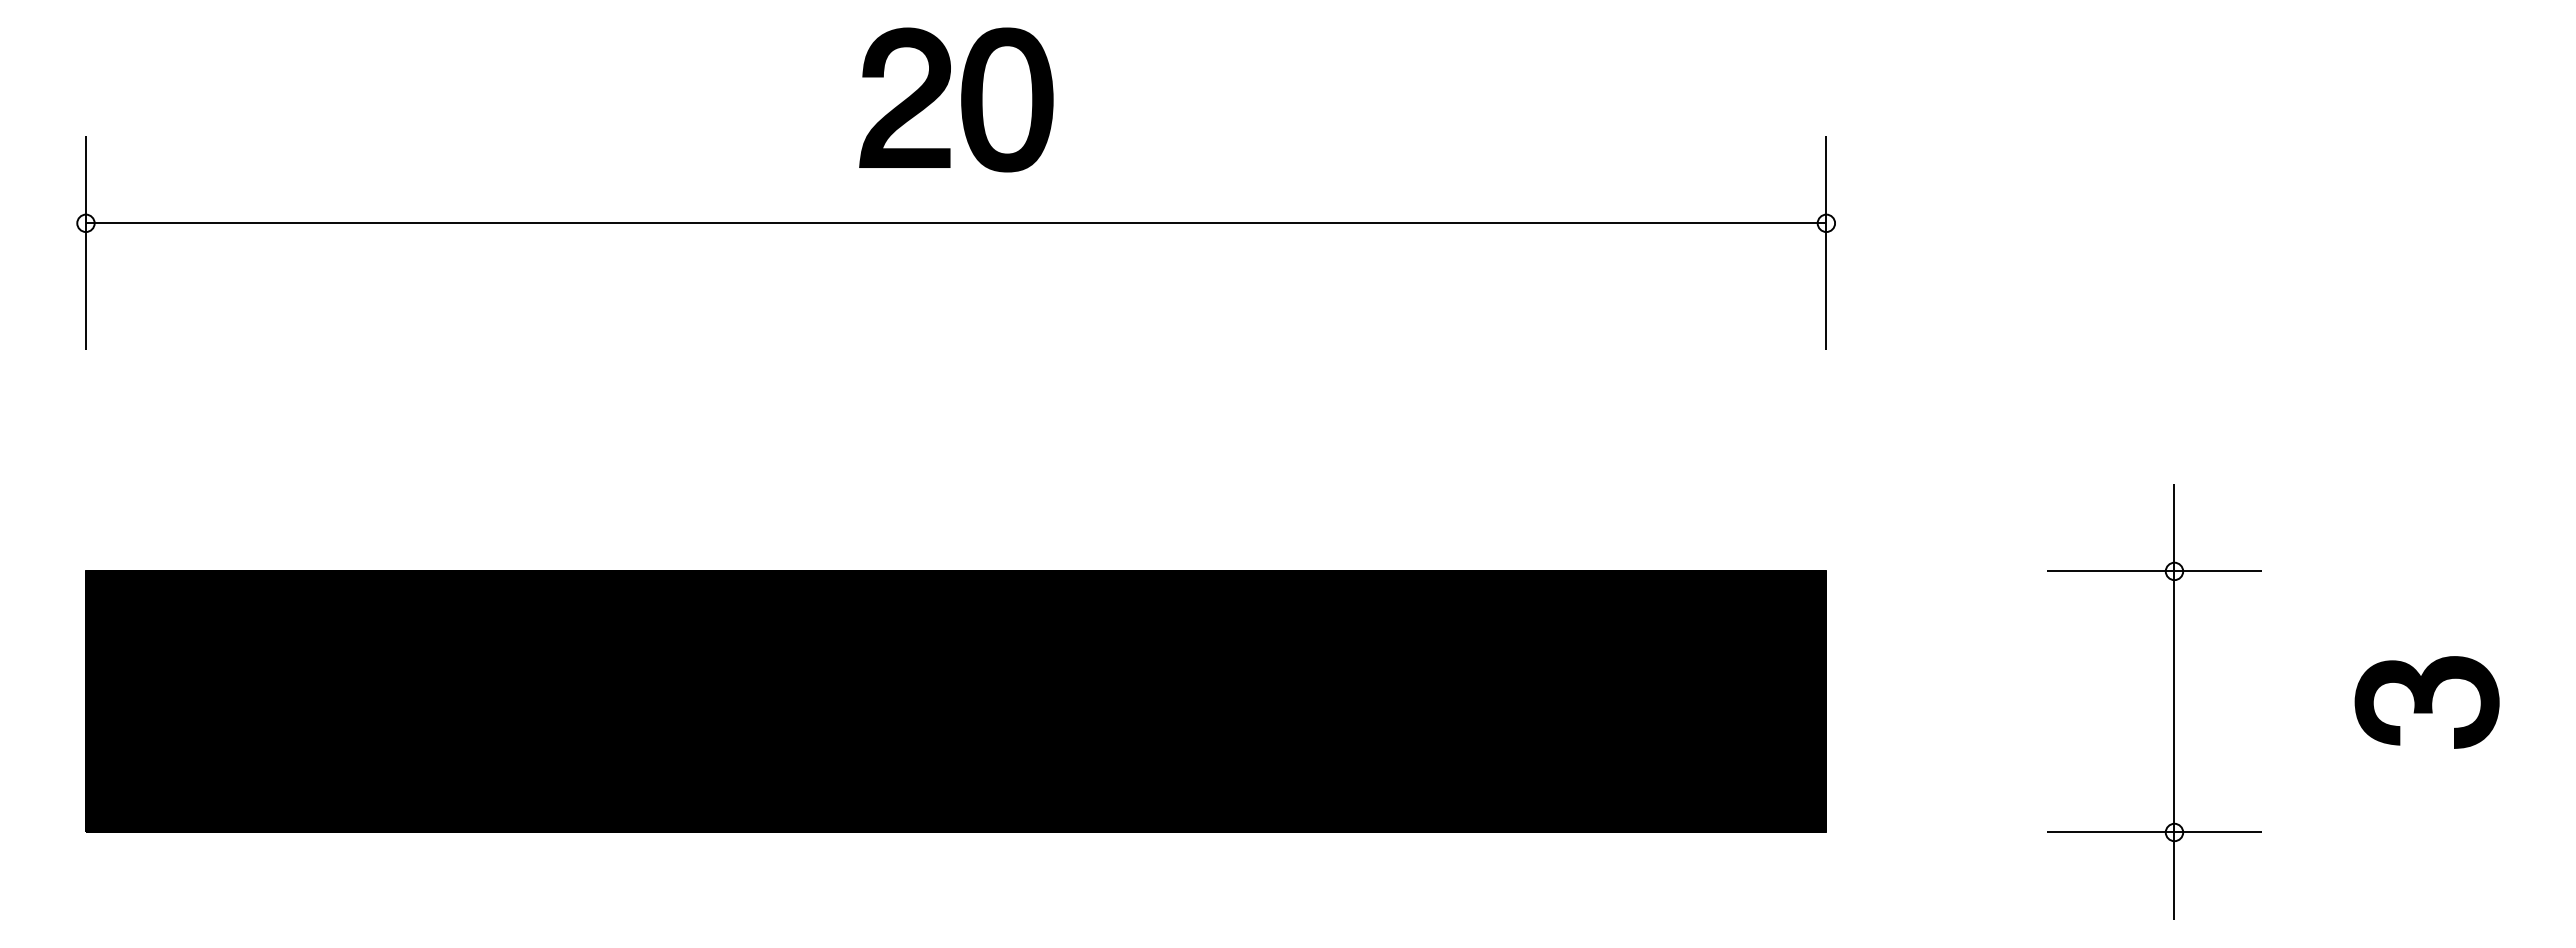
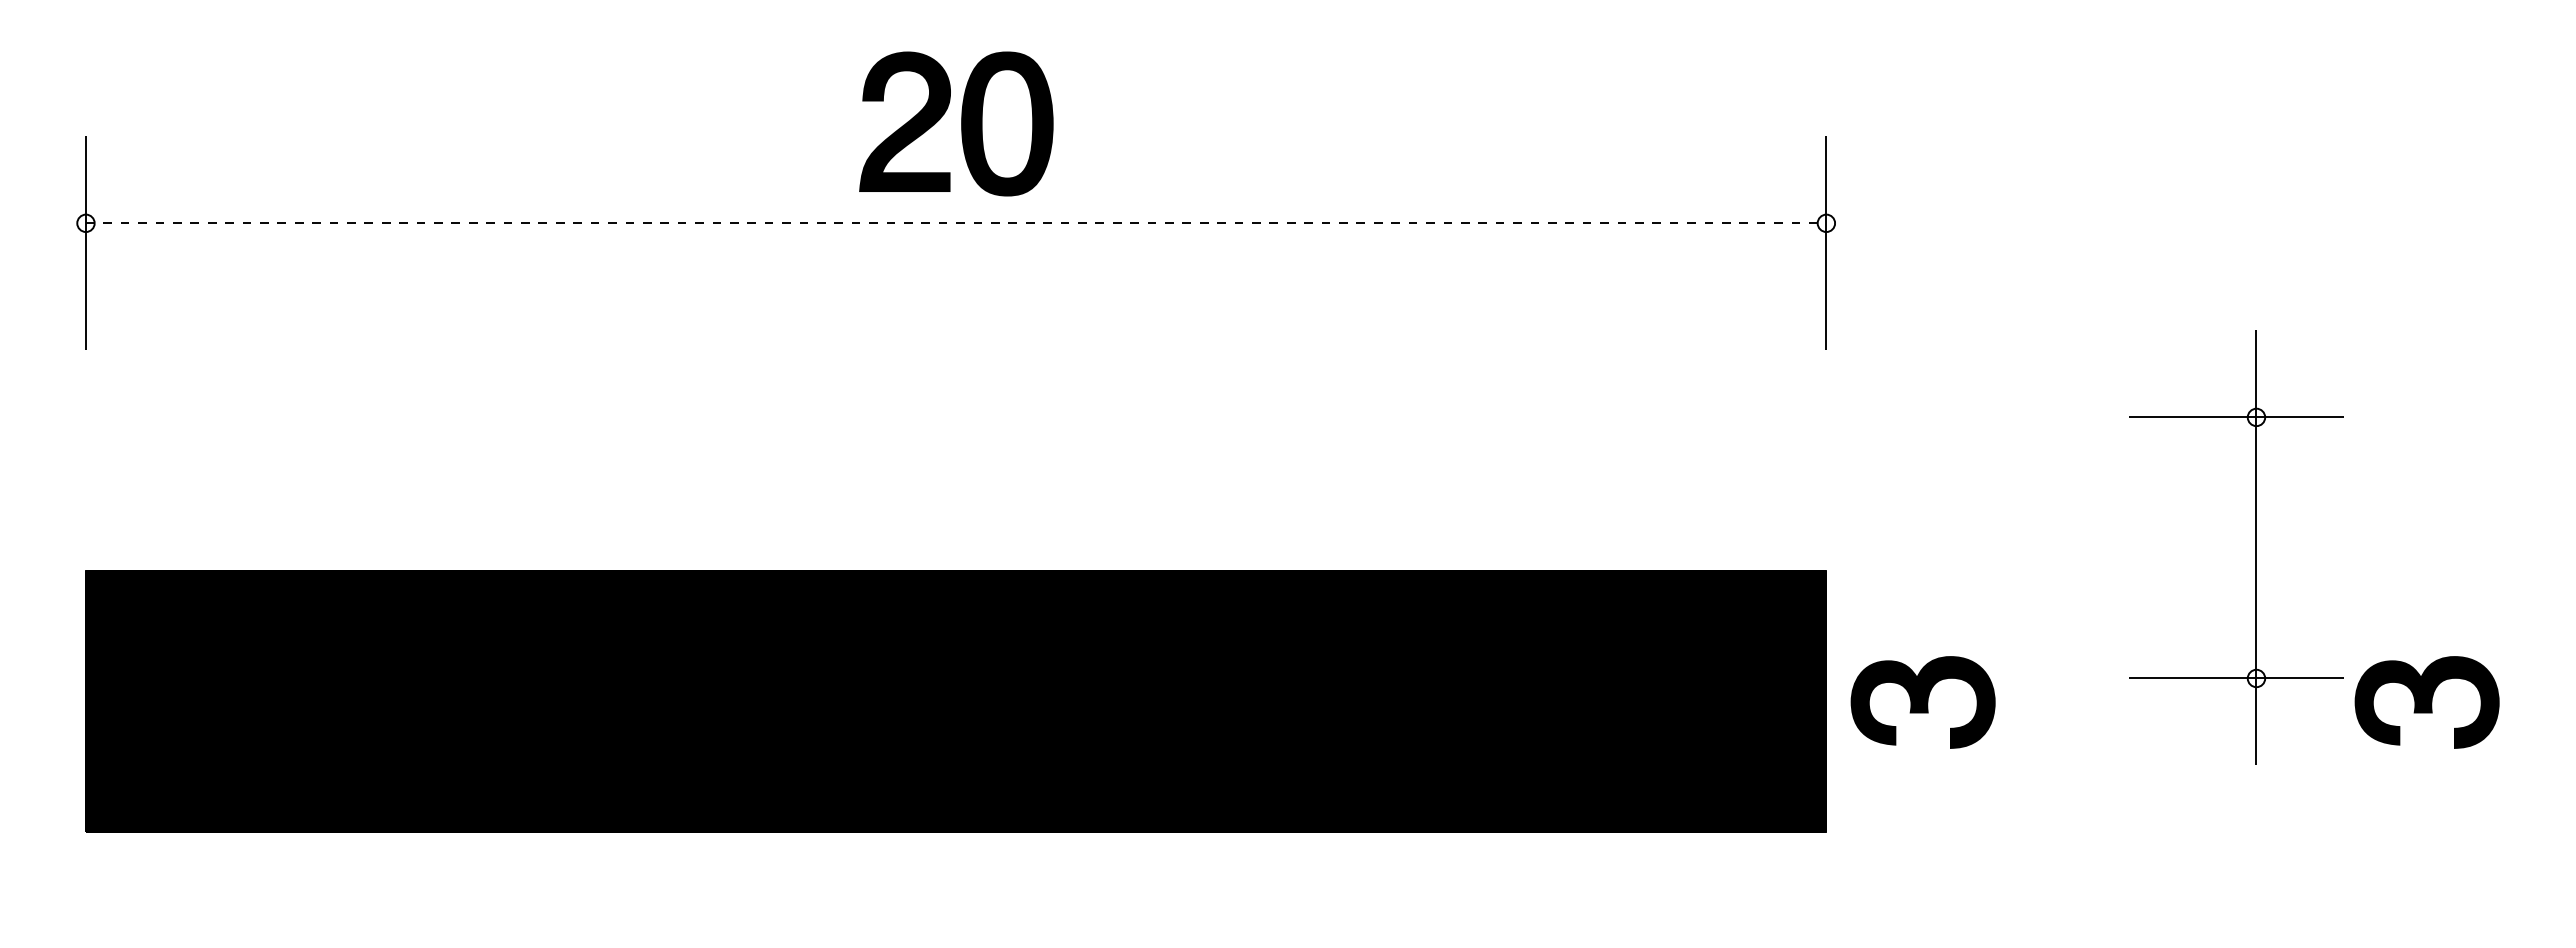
part at (956, 99) position: (956, 99) -> (956, 123)
line at (956, 223): solid -> dashed
part at (2173, 701) position: (2173, 701) -> (2255, 547)
part at (1922, 702): none -> present
